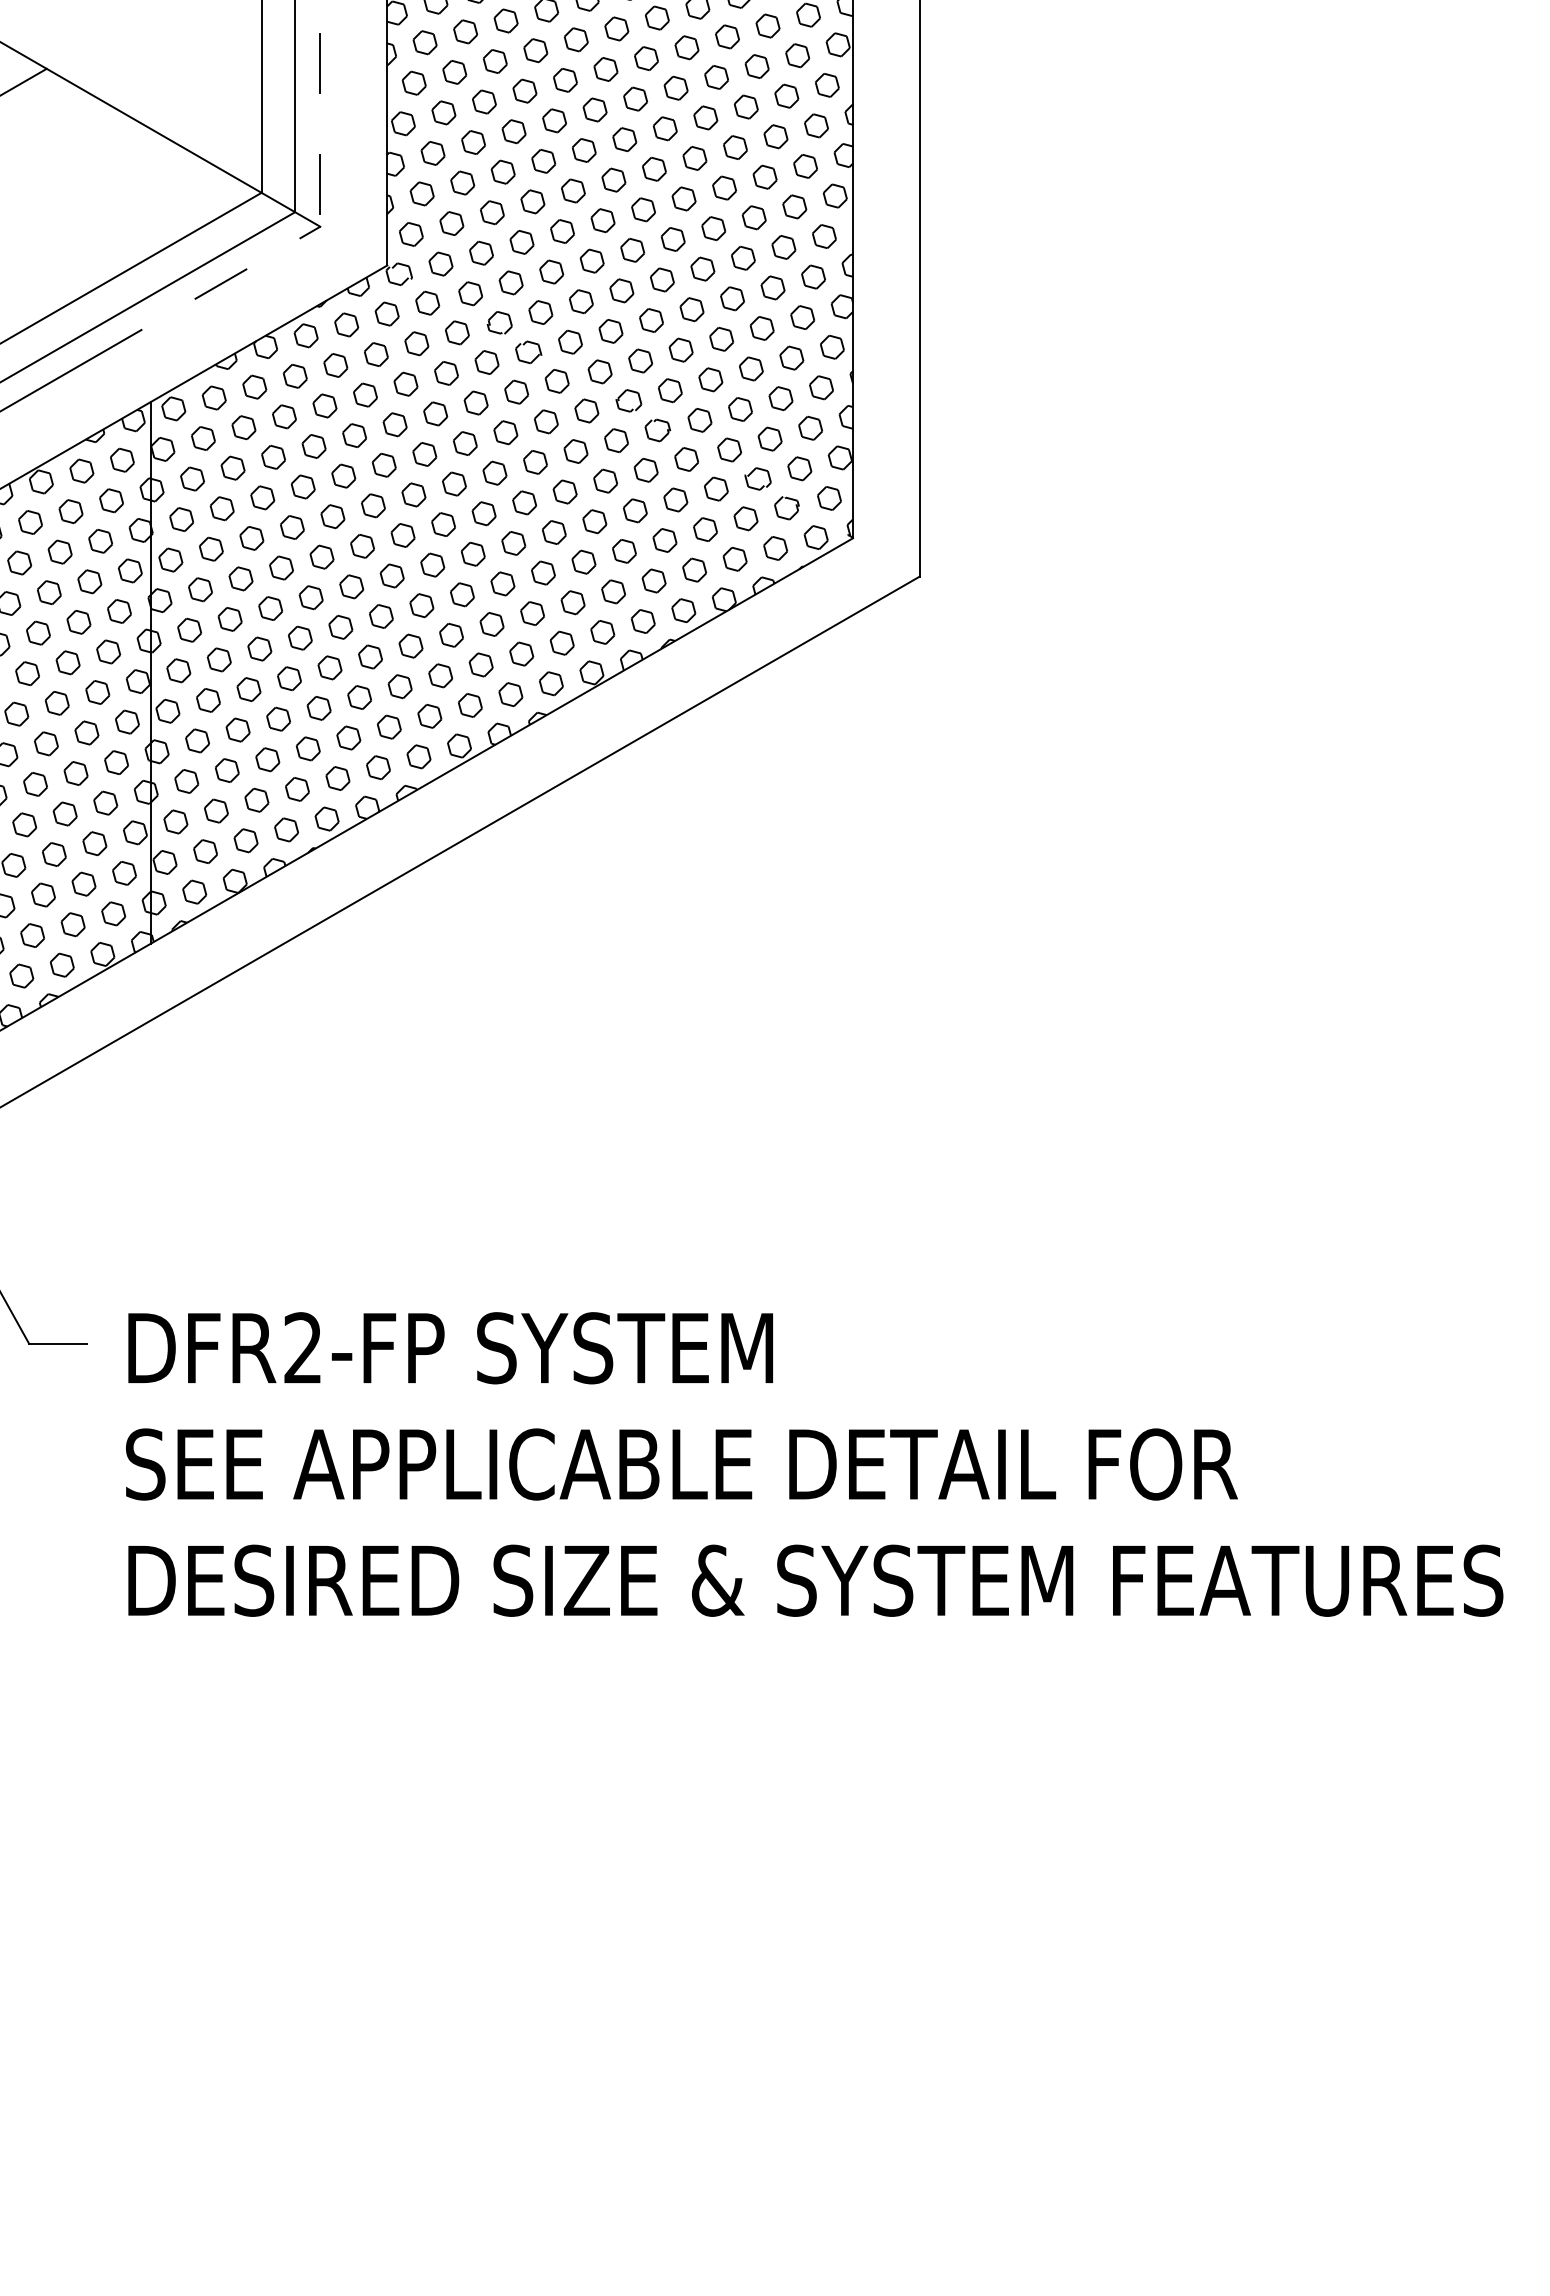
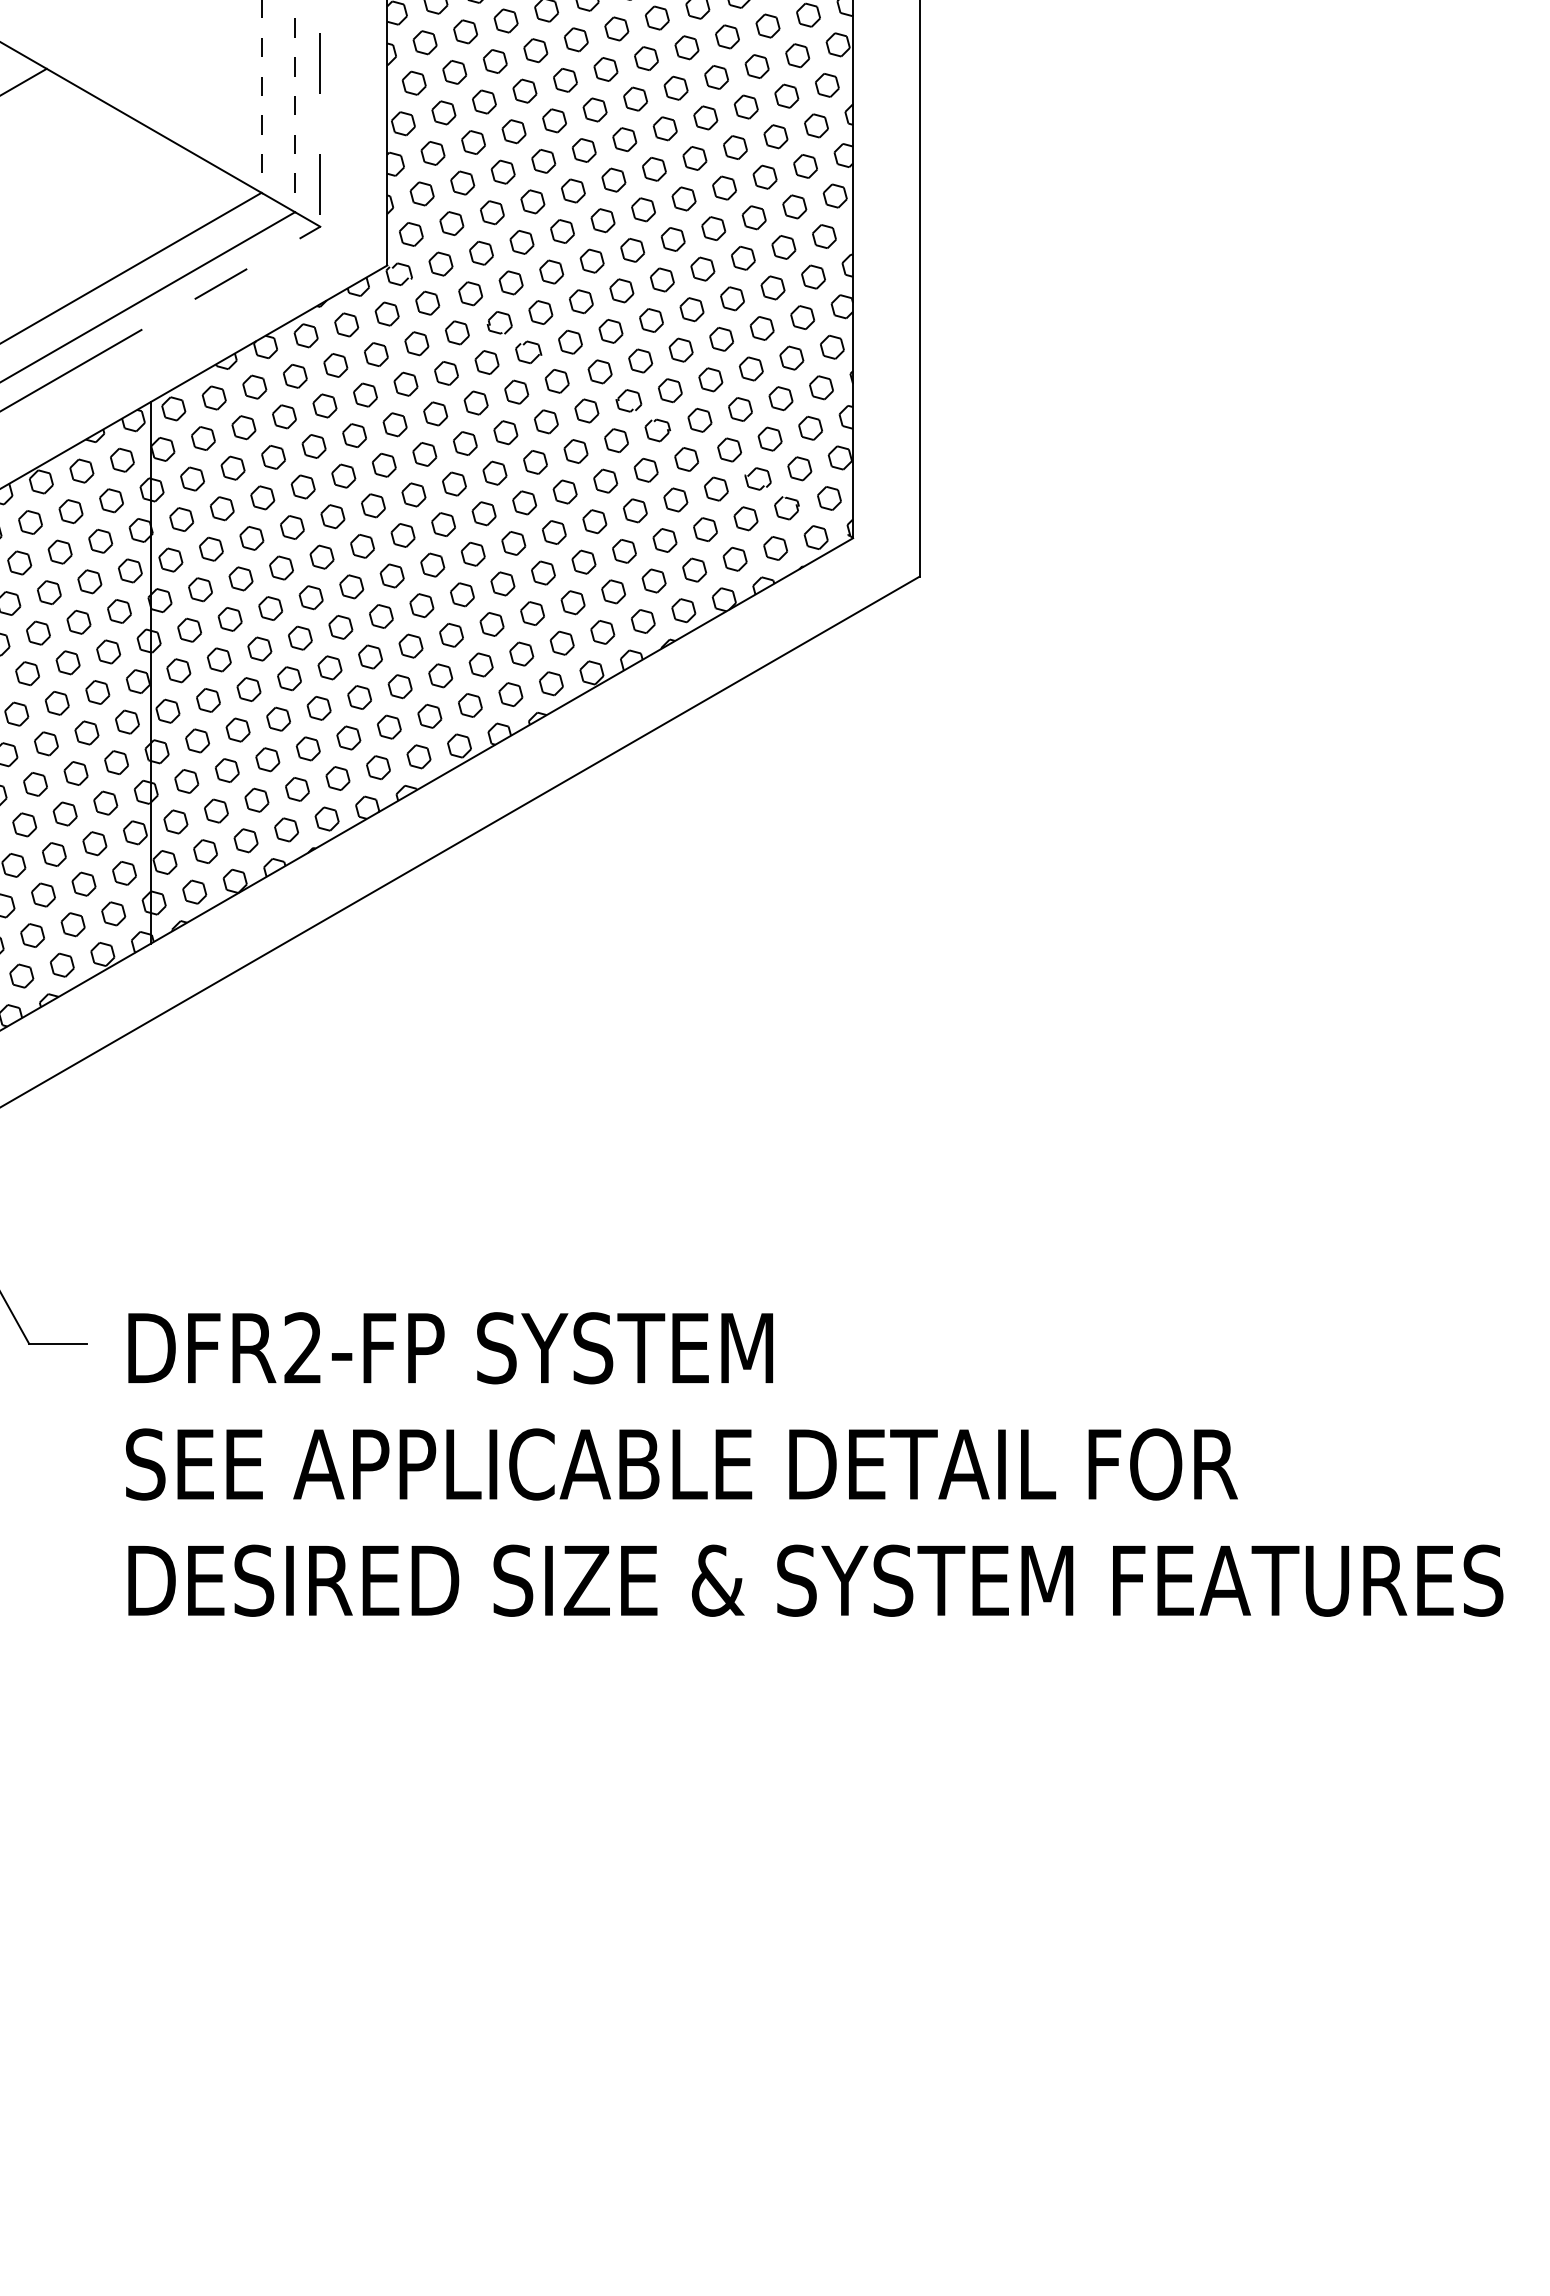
line at (261, 96): solid -> dashed
line at (295, 106): solid -> dashed
